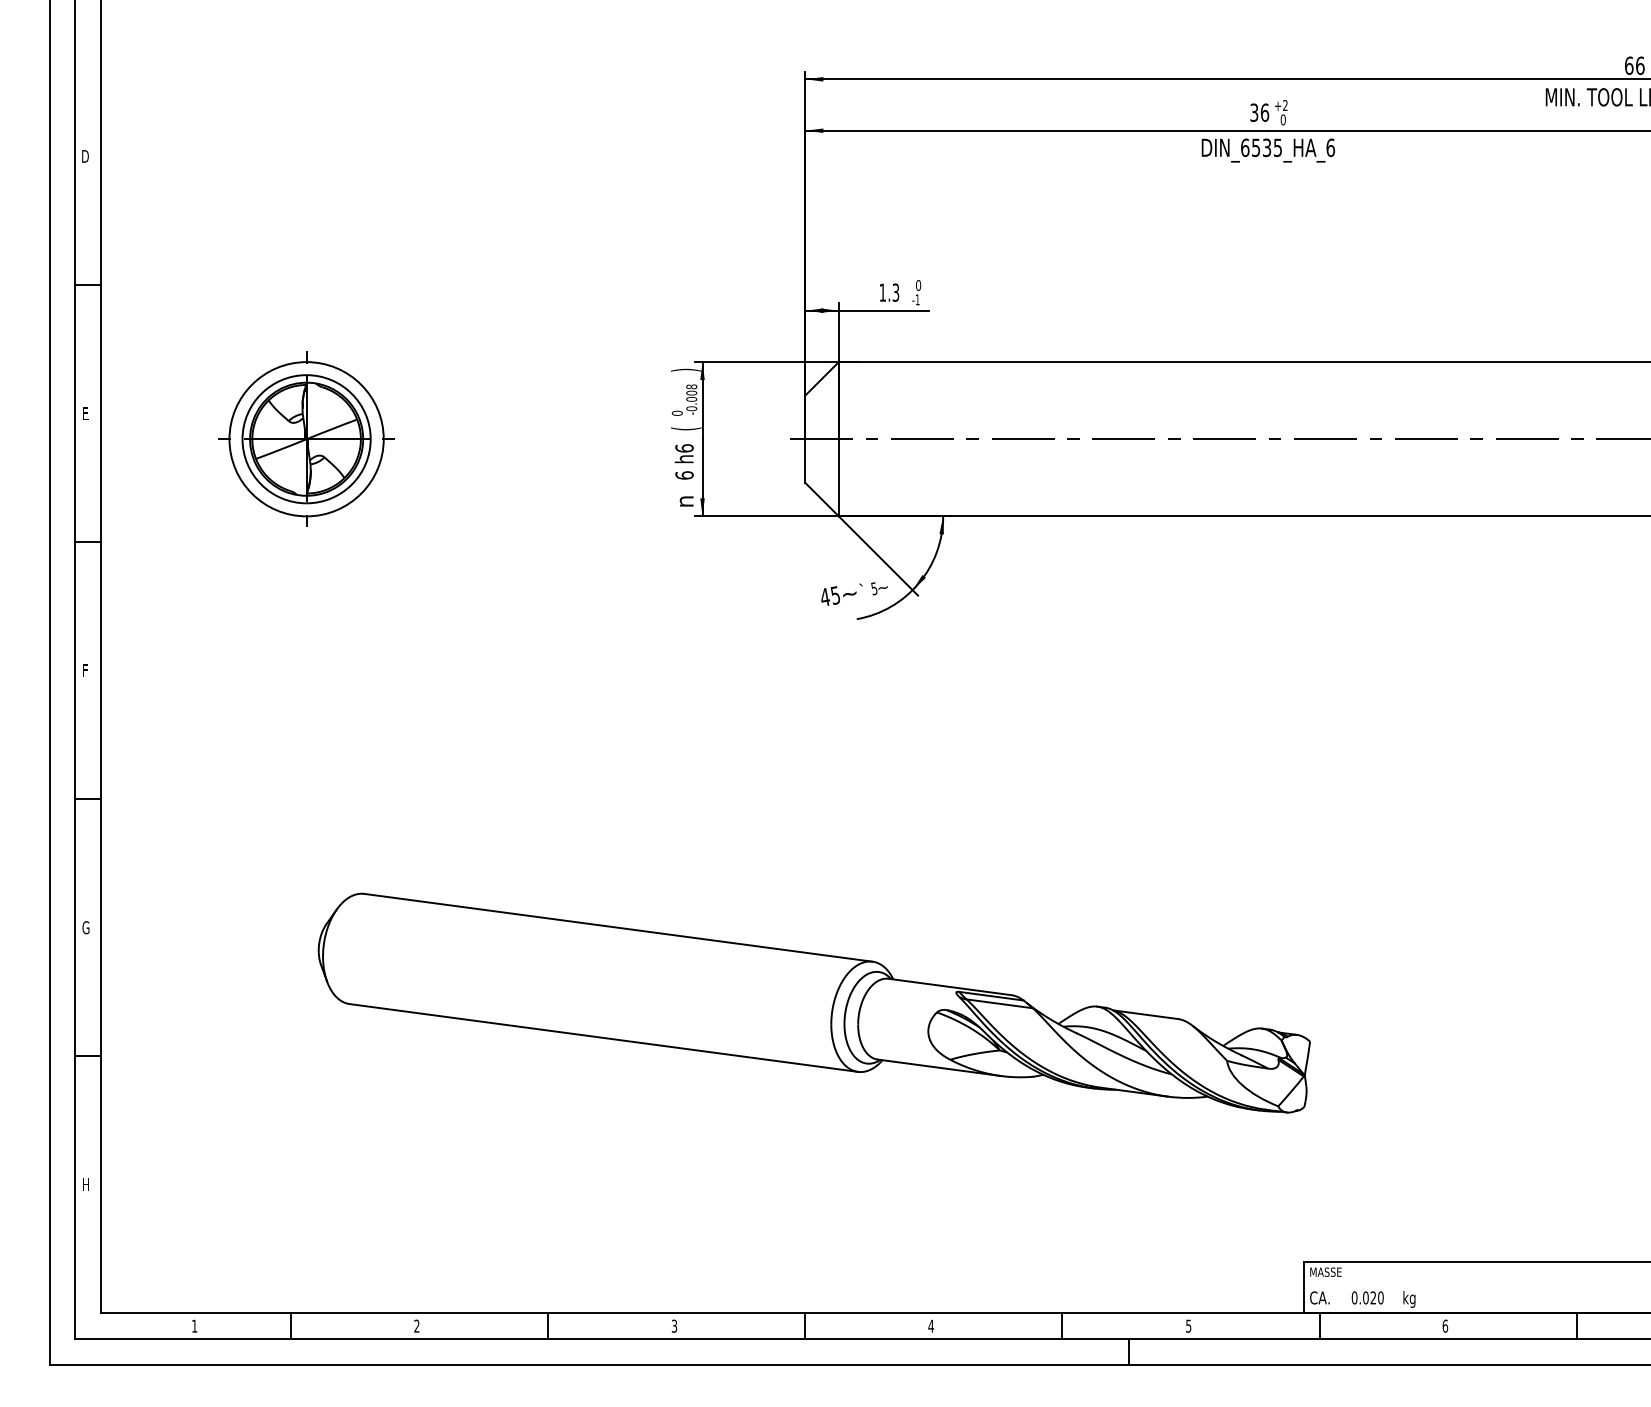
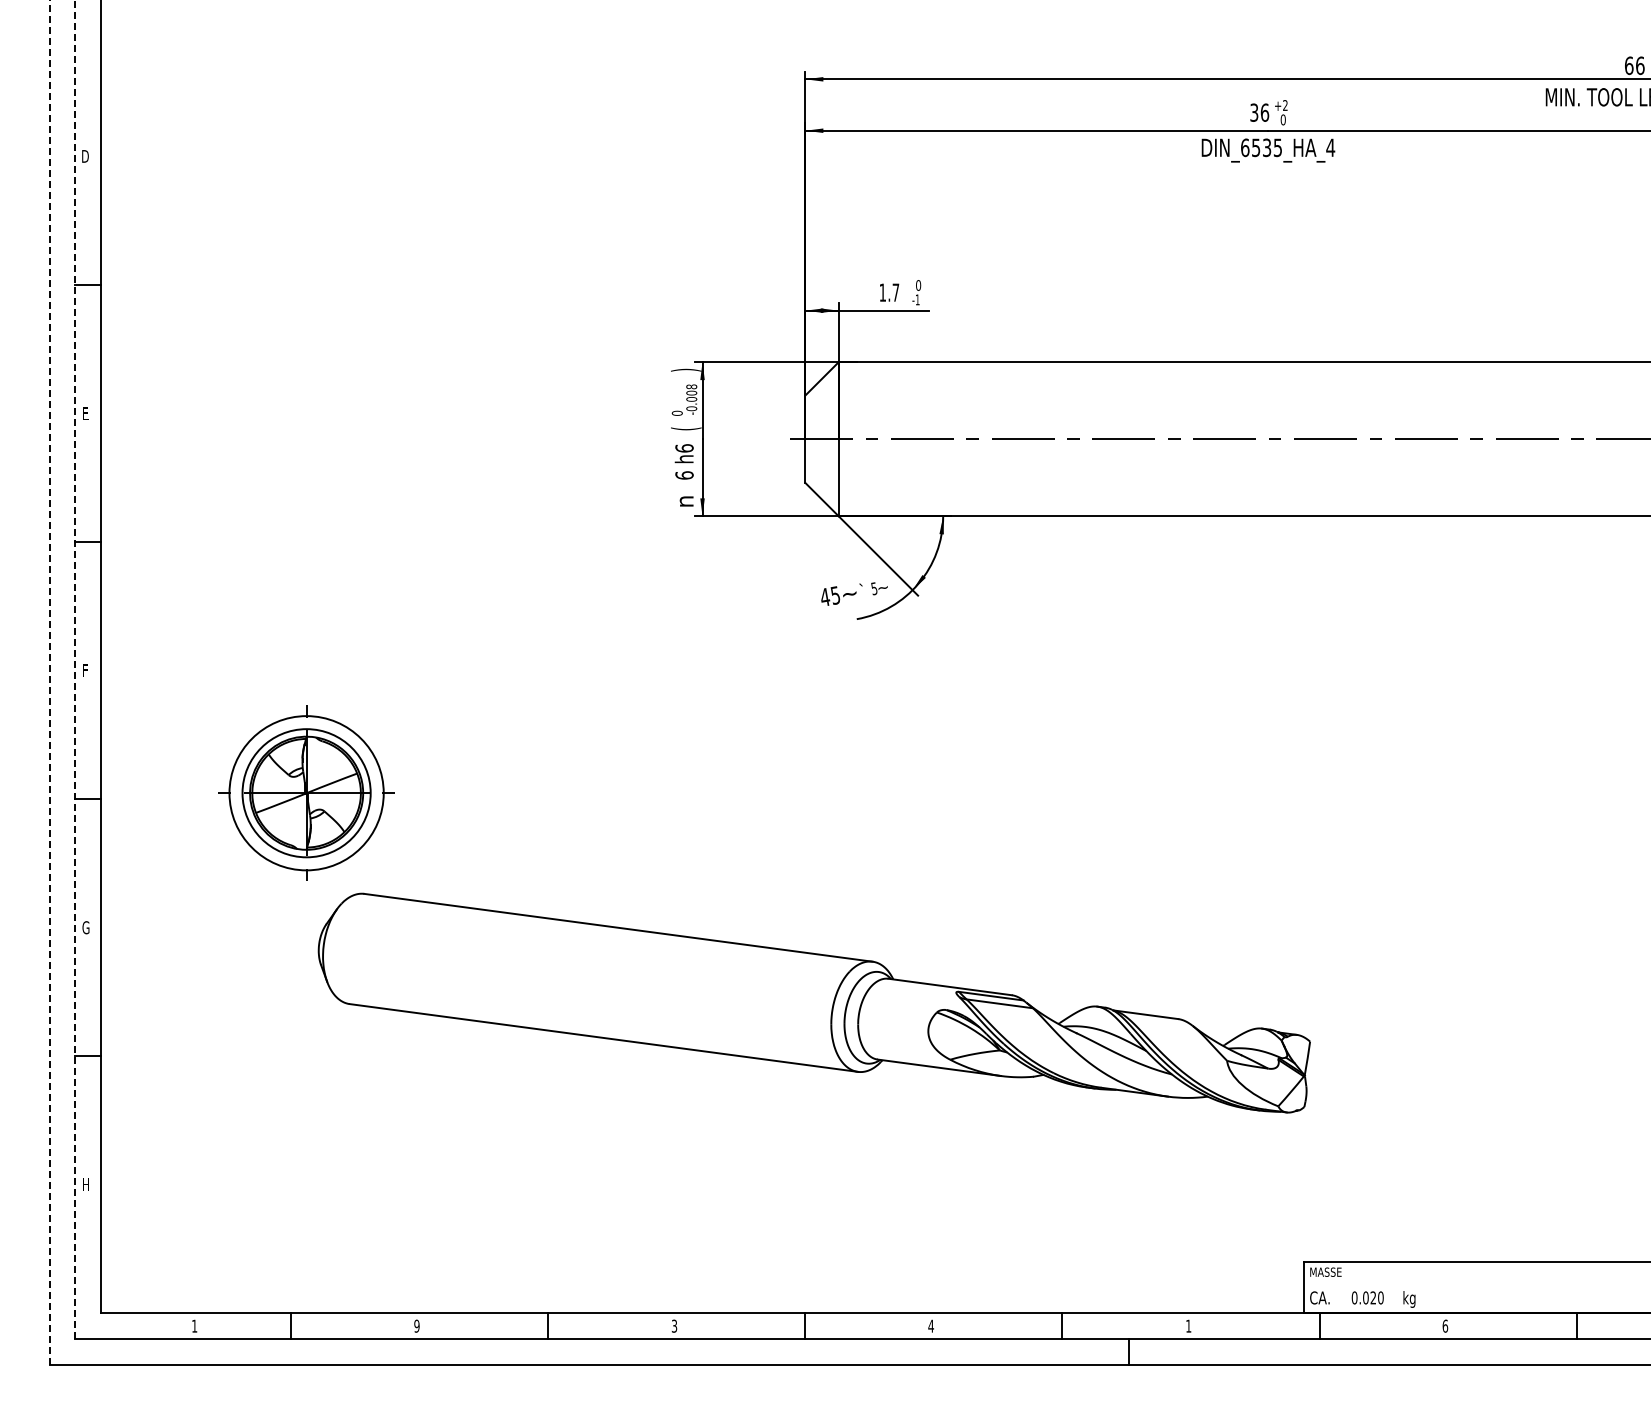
text at (1330, 147): DIN_6535_HA_6 -> DIN_6535_HA_4
text at (895, 292): 1.3 -> 1.7
part at (306, 438) position: (306, 438) -> (306, 792)
line at (75, 669): solid -> dashed
line at (49, 681): solid -> dashed
text at (416, 1325): 2 -> 9
text at (1188, 1325): 5 -> 1
